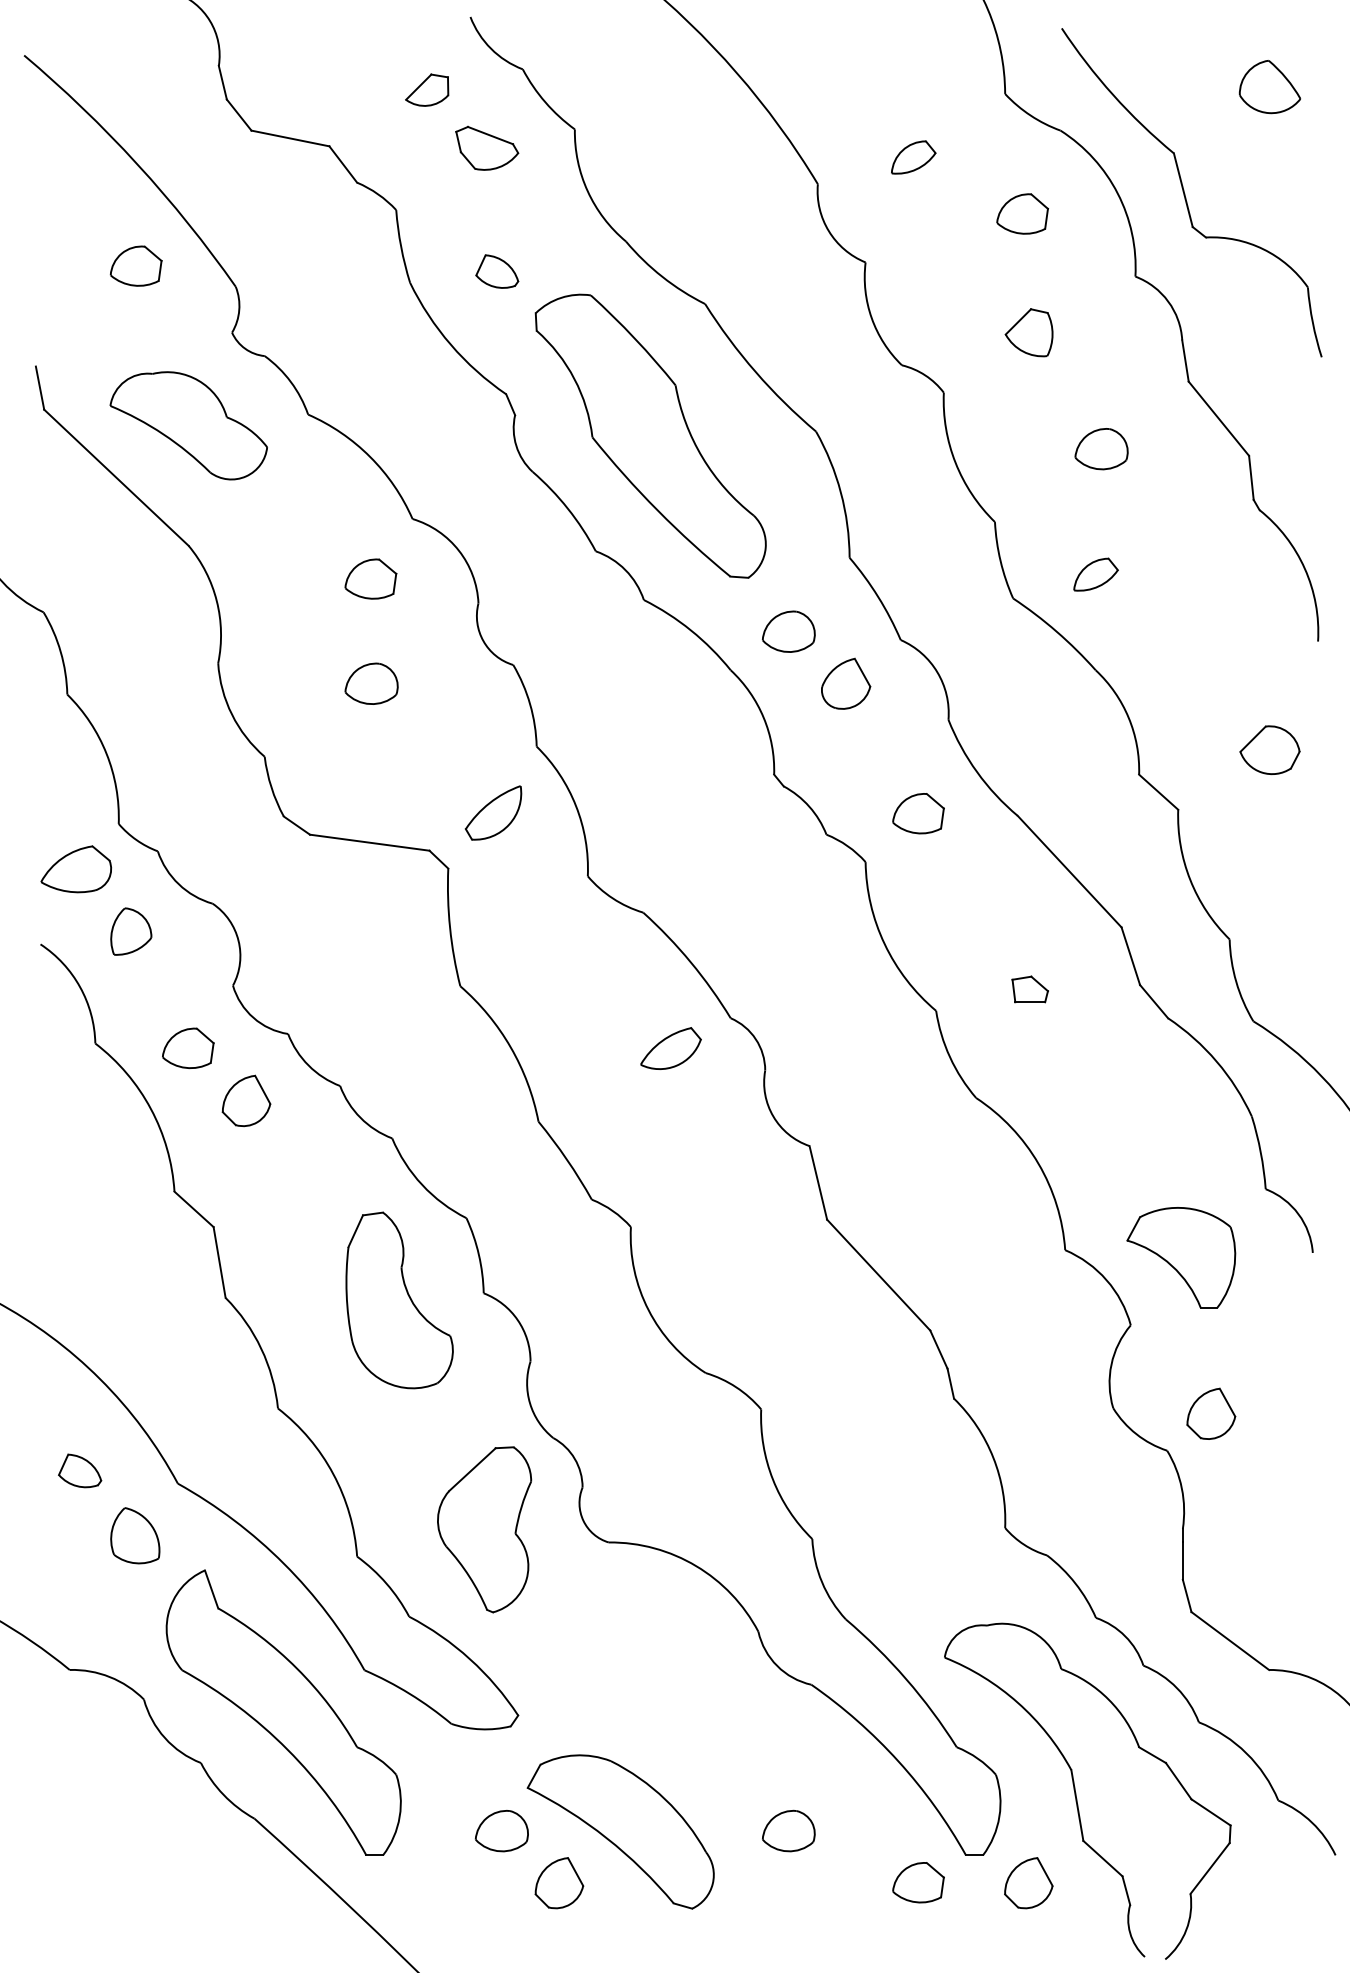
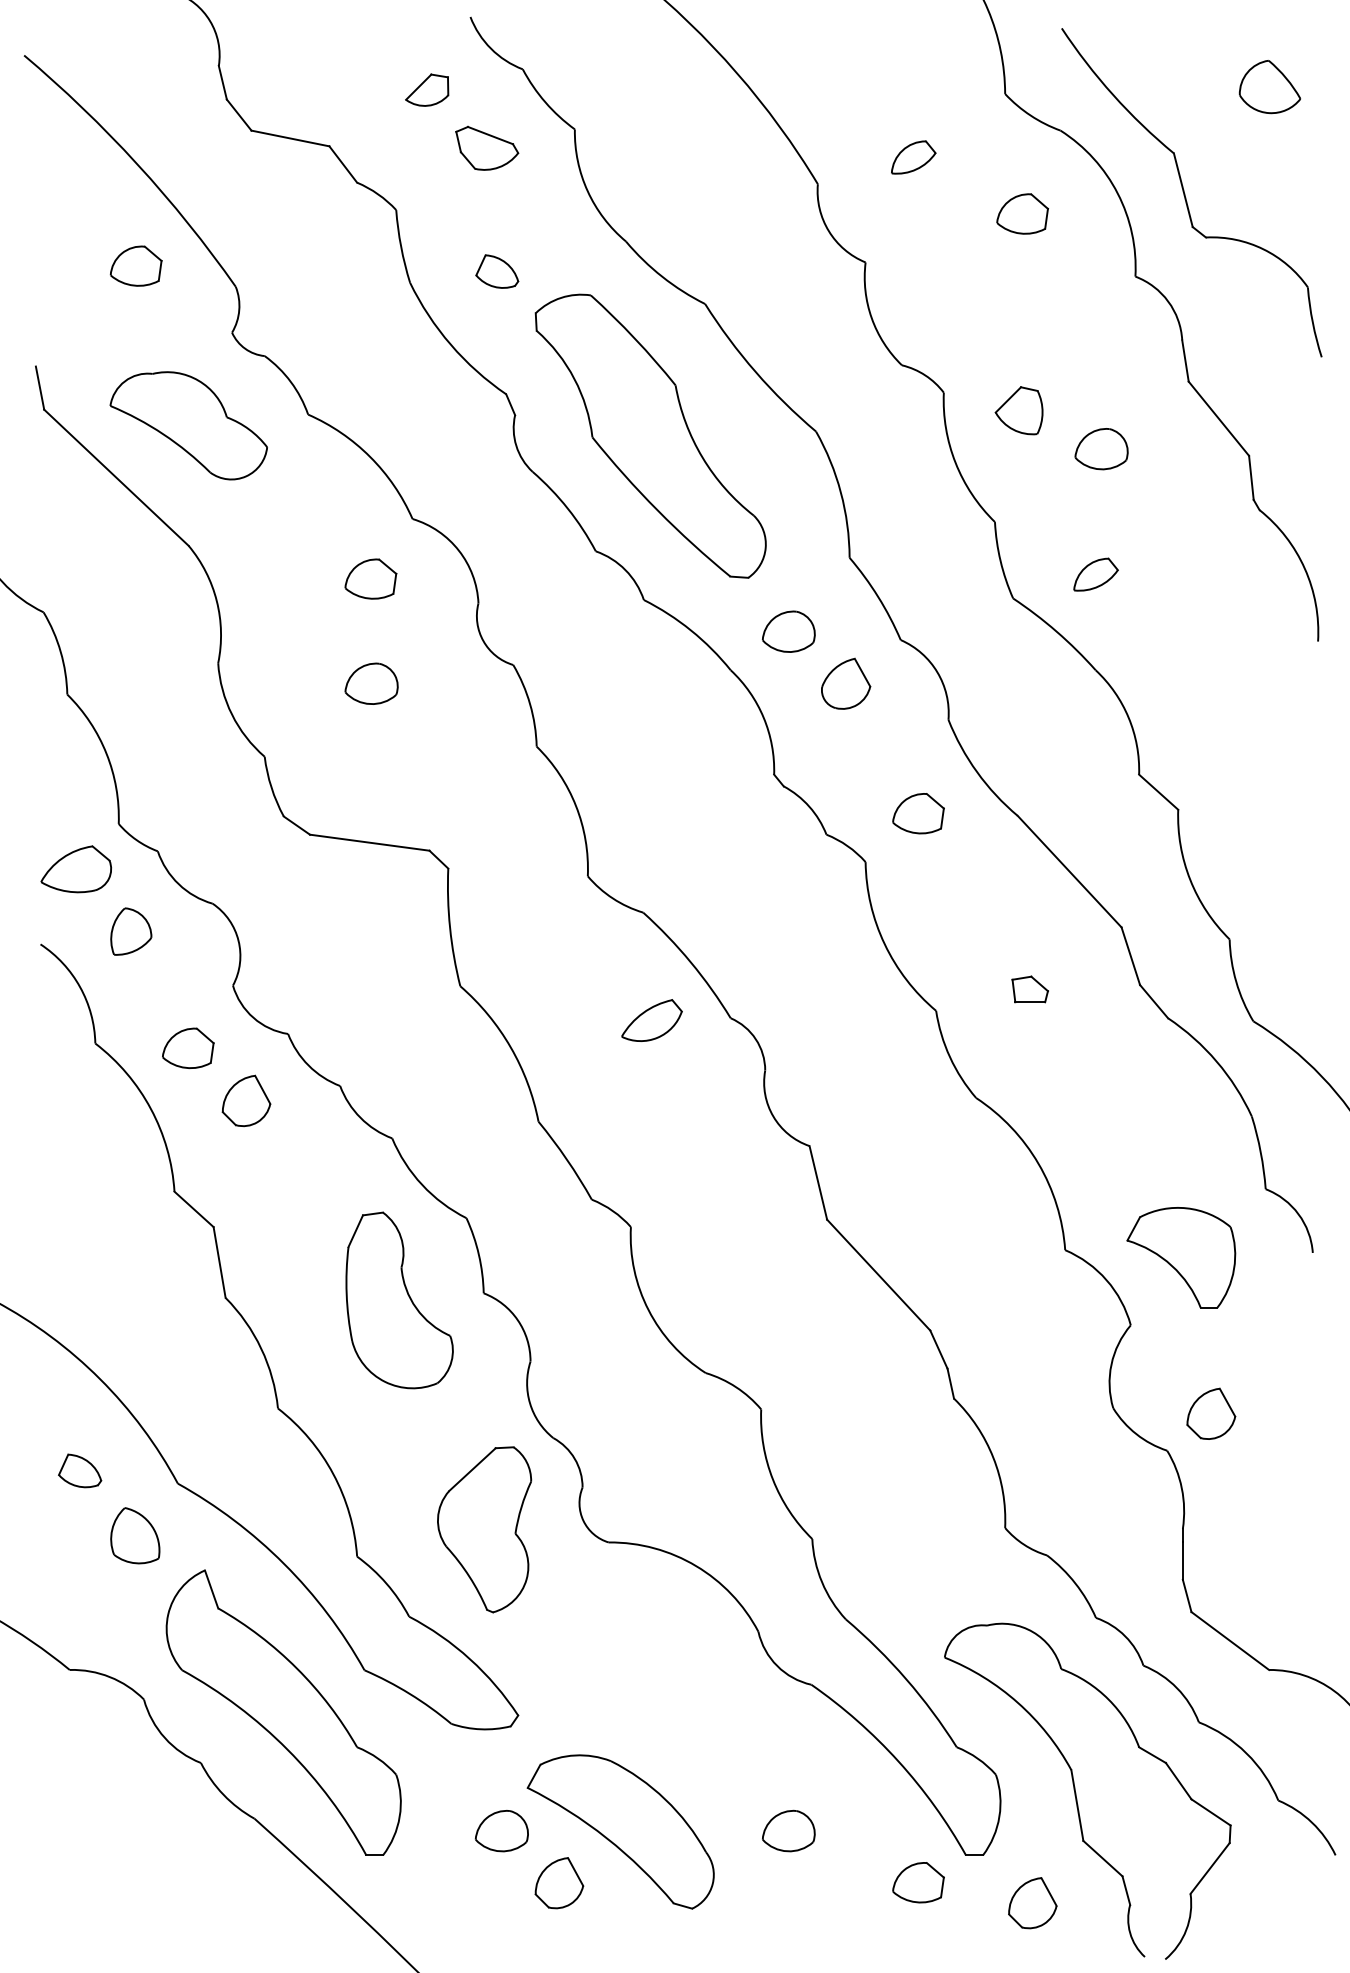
part at (1028, 332) position: (1028, 332) -> (1018, 410)
part at (1269, 749): present -> none
part at (493, 812): present -> none
part at (670, 1048) position: (670, 1048) -> (651, 1020)
part at (1028, 1883) position: (1028, 1883) -> (1032, 1903)
